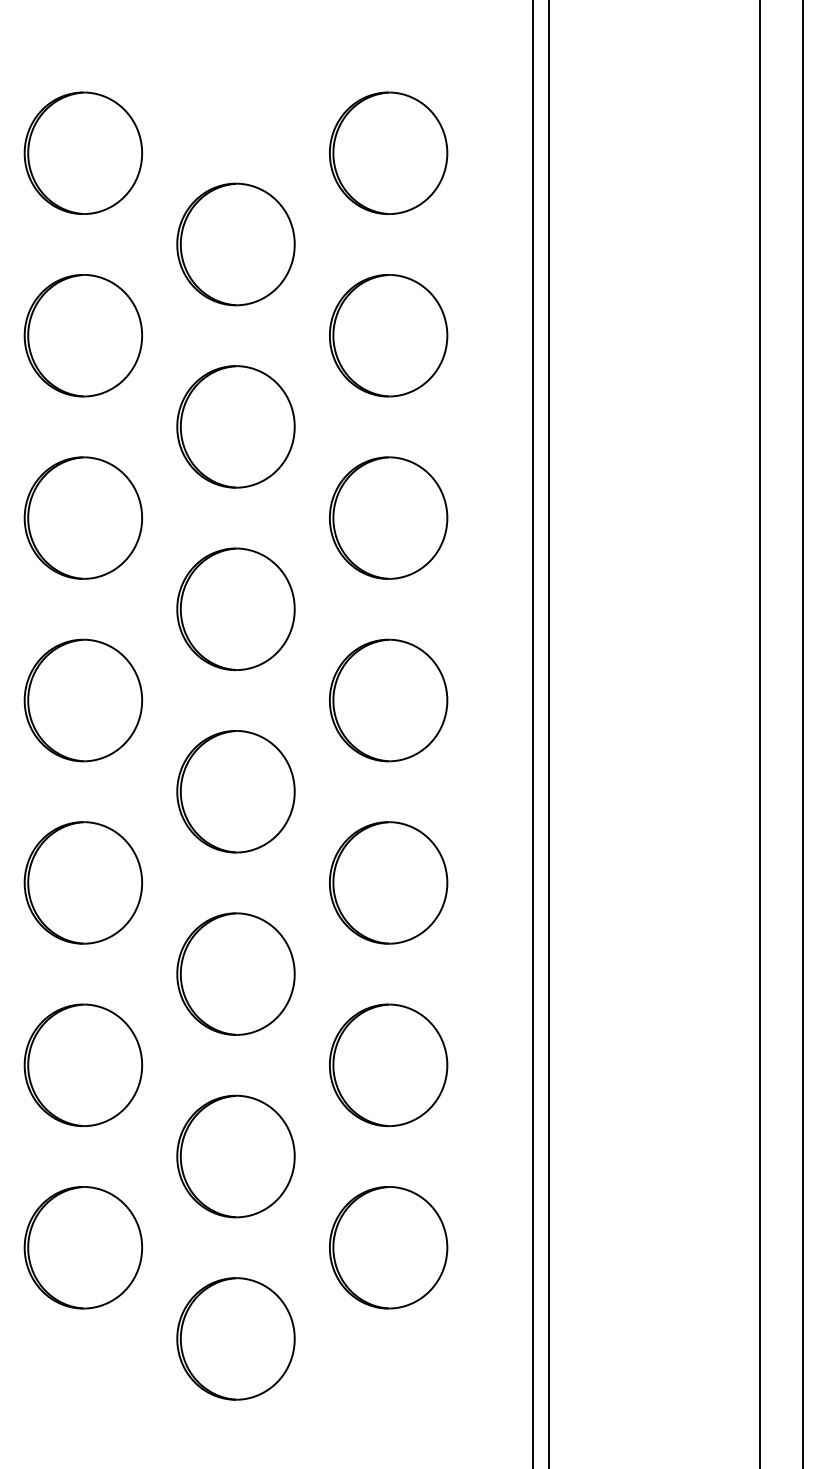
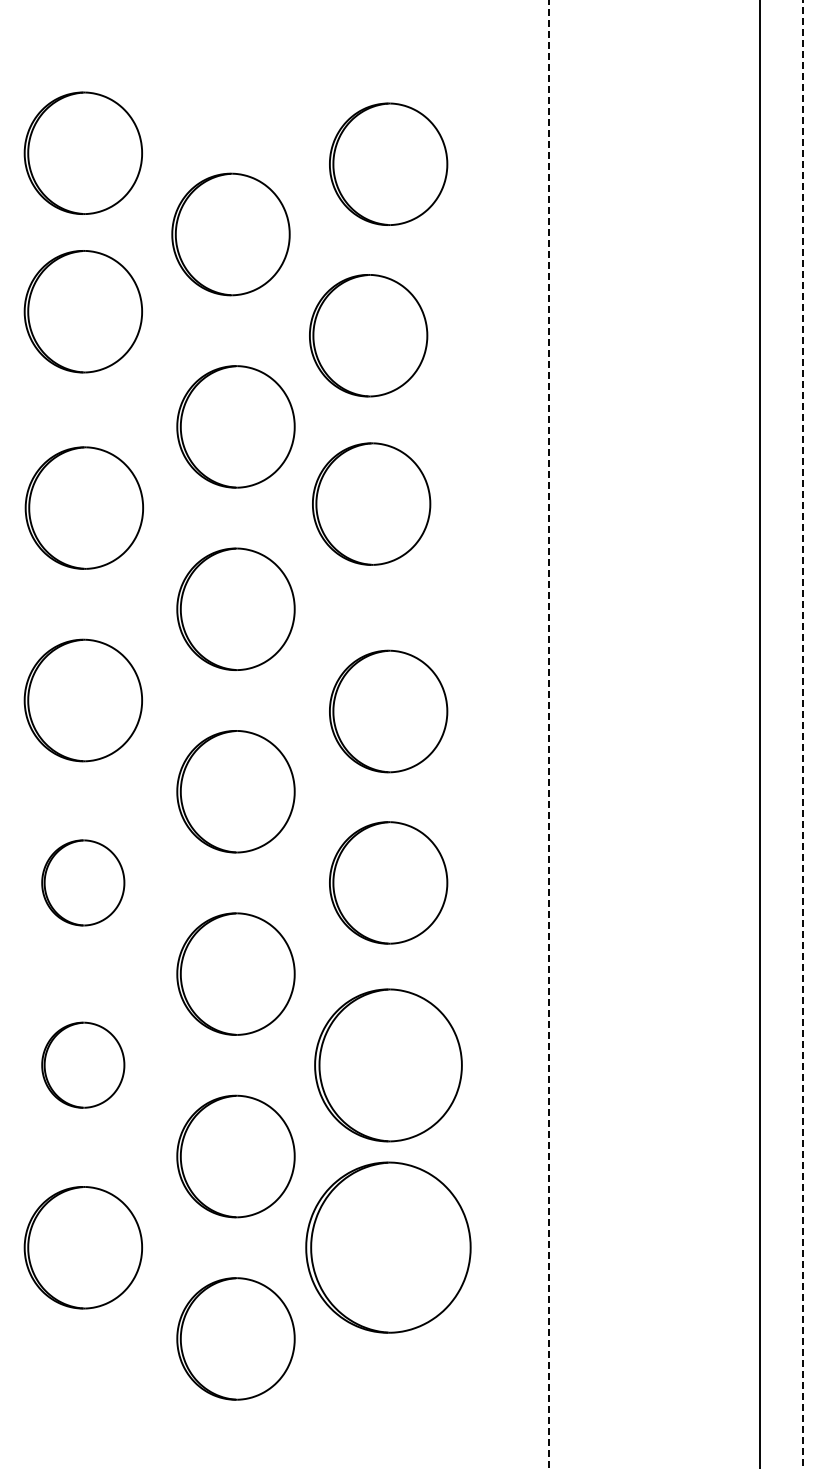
part at (388, 152) position: (388, 152) -> (388, 163)
part at (235, 244) position: (235, 244) -> (230, 234)
part at (82, 335) position: (82, 335) -> (82, 311)
part at (388, 335) position: (388, 335) -> (368, 335)
part at (82, 517) position: (82, 517) -> (83, 507)
part at (388, 517) position: (388, 517) -> (371, 503)
part at (388, 700) position: (388, 700) -> (388, 711)
line at (532, 733): present -> none
line at (548, 734): solid -> dashed
line at (803, 734): solid -> dashed
part at (82, 882) size: 120x124 px -> 85x88 px
part at (82, 1064) size: 120x124 px -> 85x88 px
part at (388, 1064) size: 120x124 px -> 149x155 px
part at (388, 1247) size: 120x124 px -> 167x173 px
